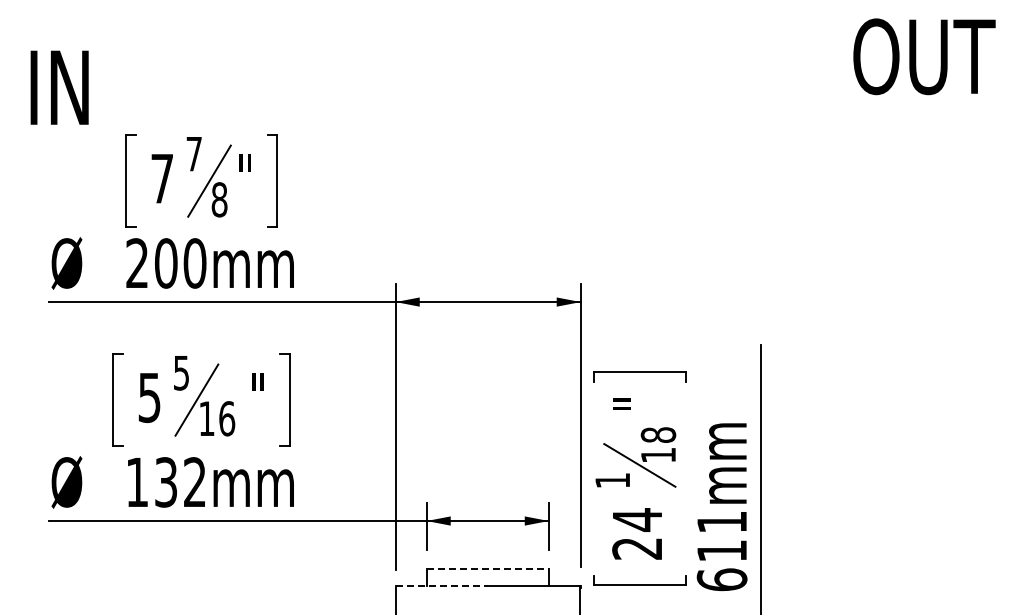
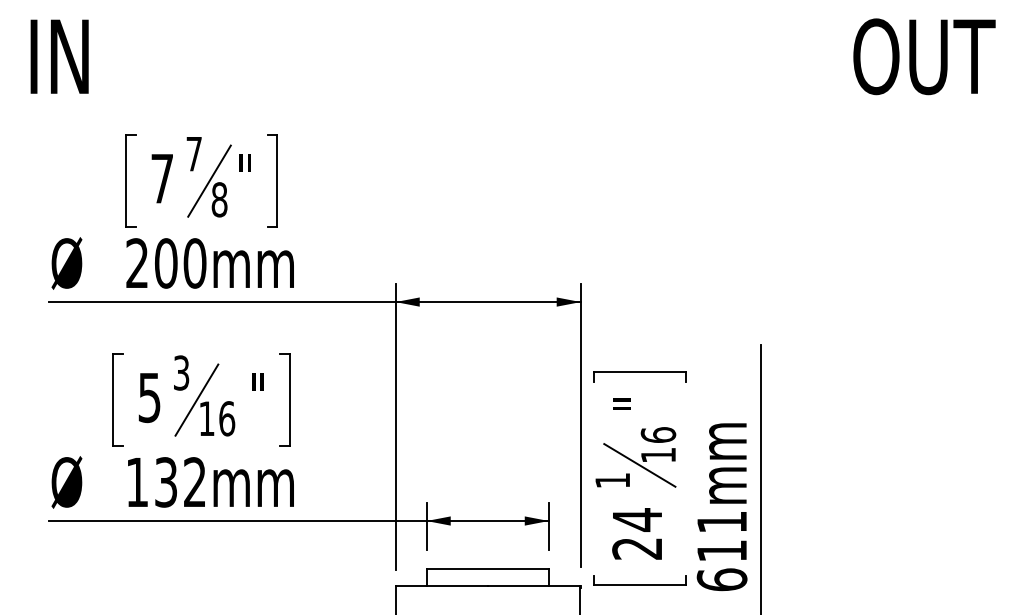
text at (59, 87) position: (59, 87) -> (59, 56)
text at (181, 372): 5 -> 3
text at (658, 434): 18 -> 16
line at (488, 568): dashed -> solid
line at (442, 586): dashed -> solid
